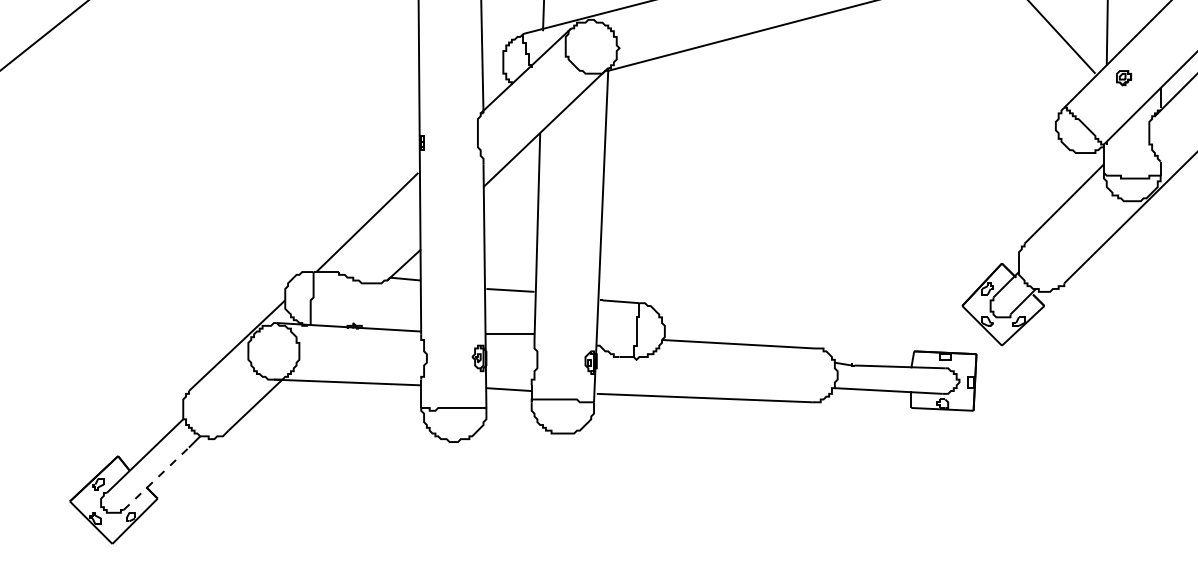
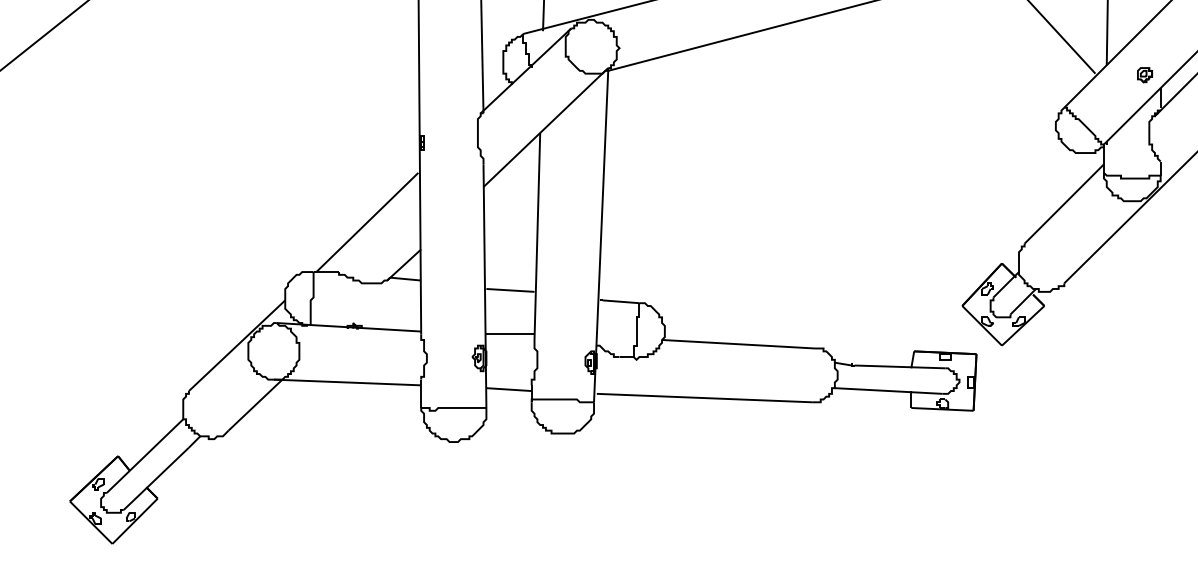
part at (1123, 78) position: (1123, 78) -> (1144, 75)
line at (156, 478): dashed -> solid
